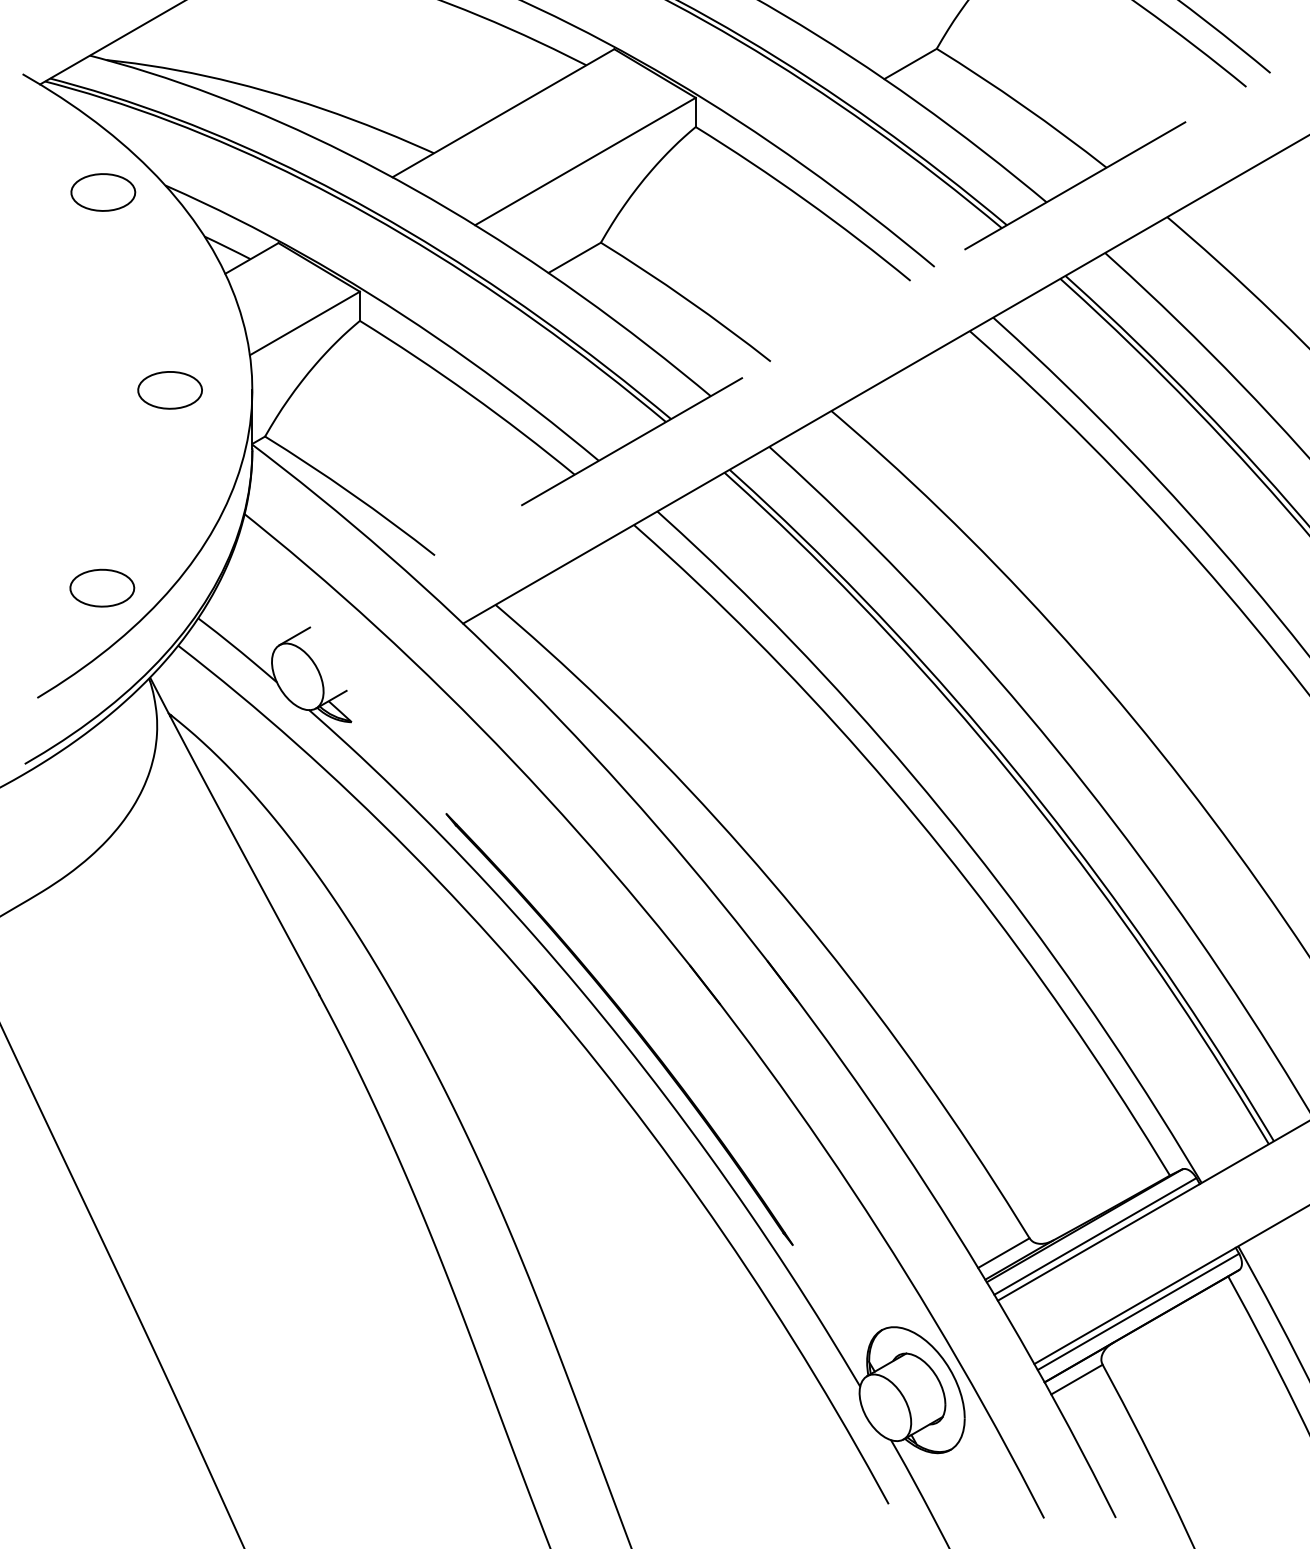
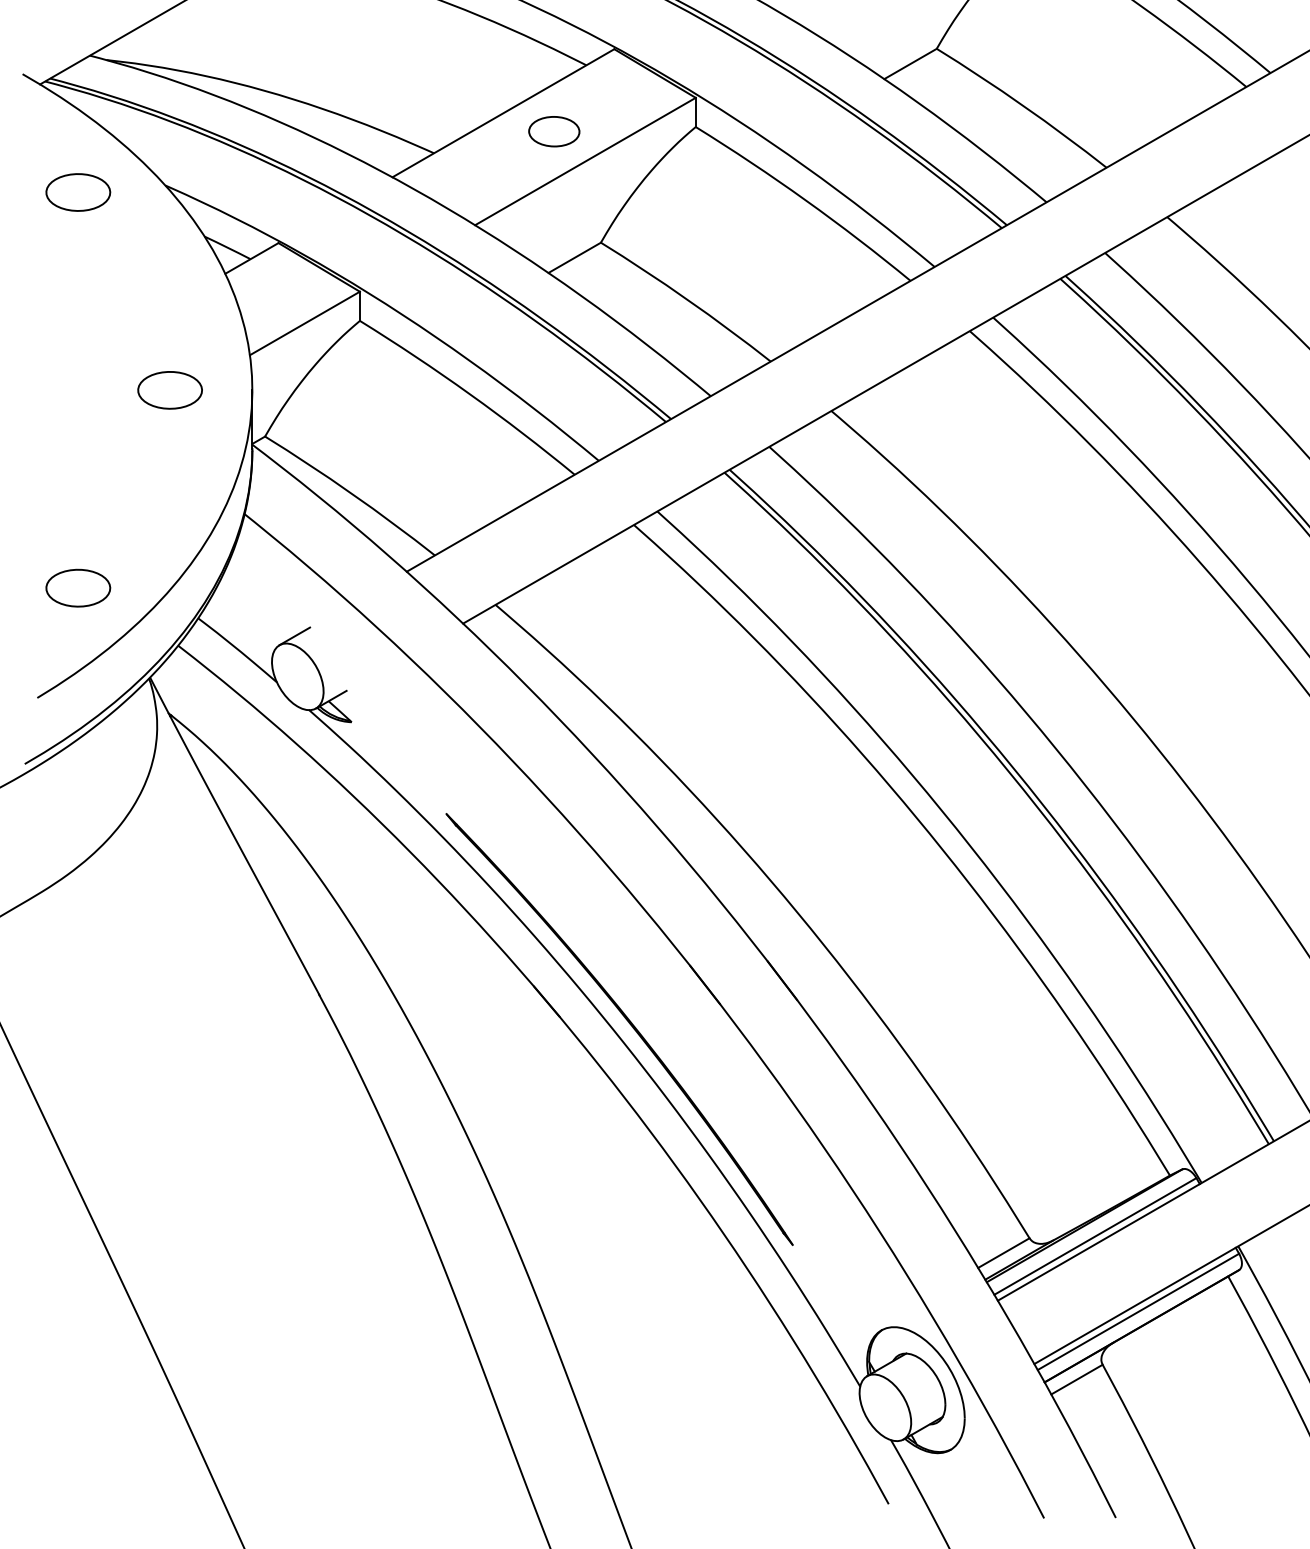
part at (554, 131): none -> present
part at (103, 192) position: (103, 192) -> (78, 192)
line at (857, 311): dashed -> solid
part at (102, 587) position: (102, 587) -> (78, 587)
